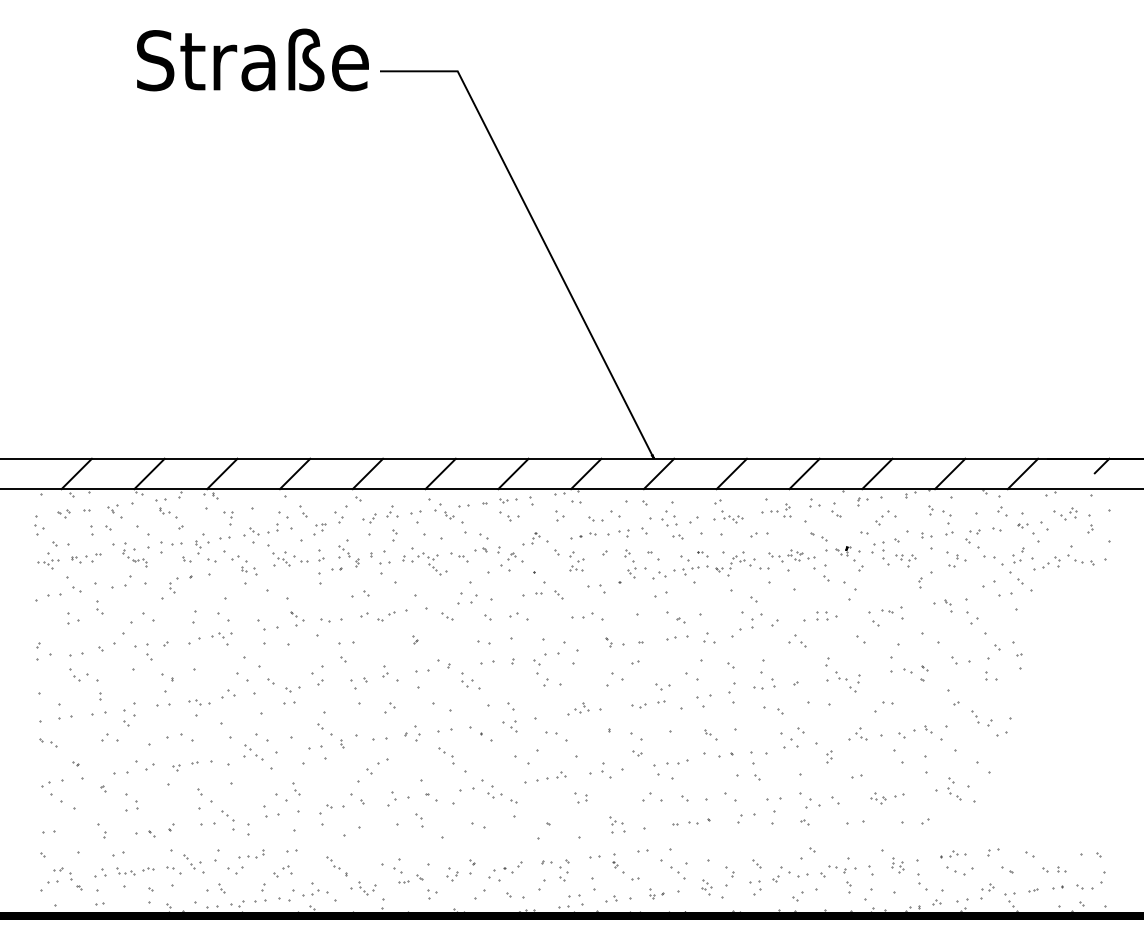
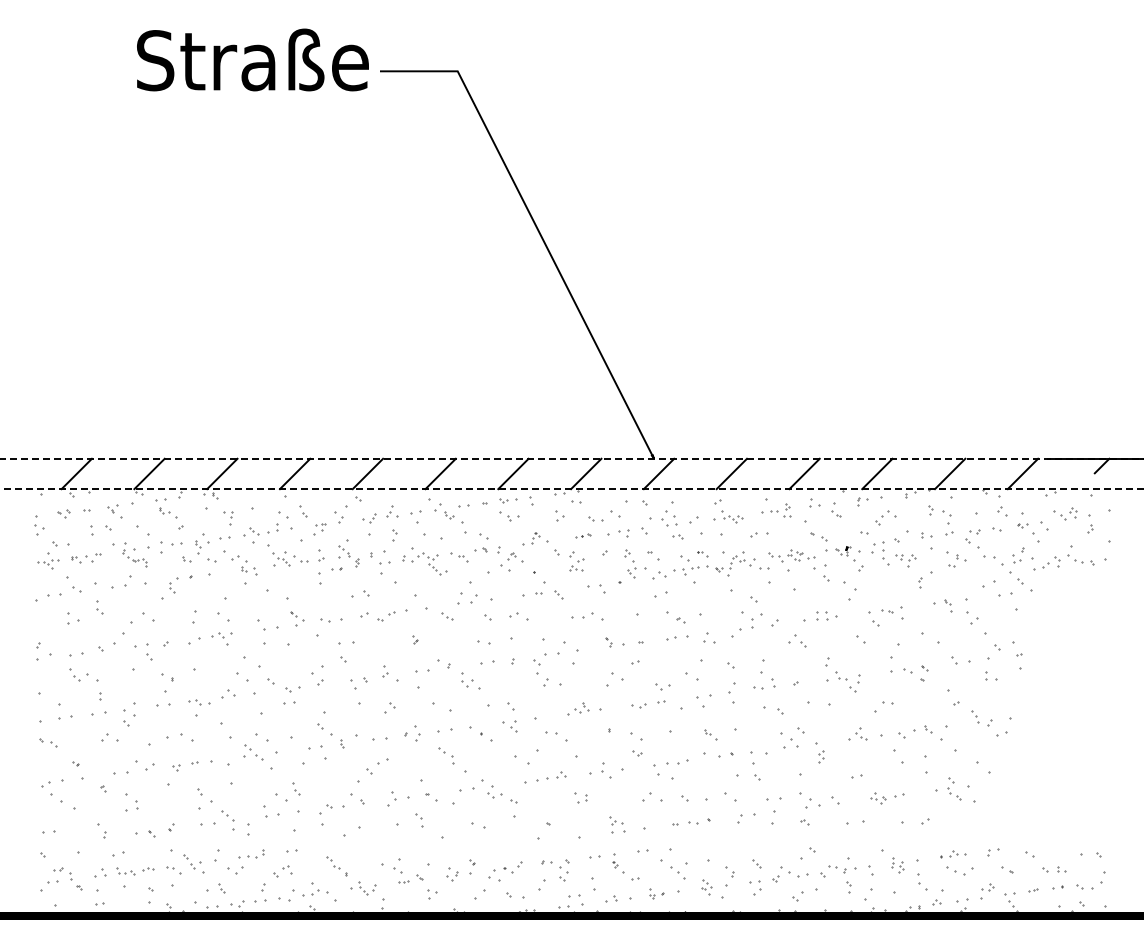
line at (571, 458): solid -> dashed
line at (572, 489): solid -> dashed
part at (583, 535) size: 27x8 px -> 17x6 px
part at (829, 756) position: (829, 756) -> (821, 756)
